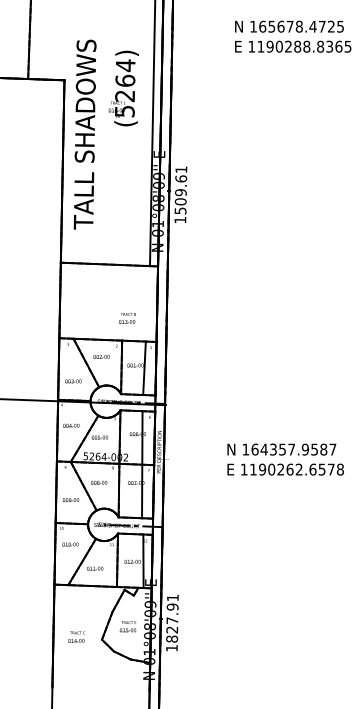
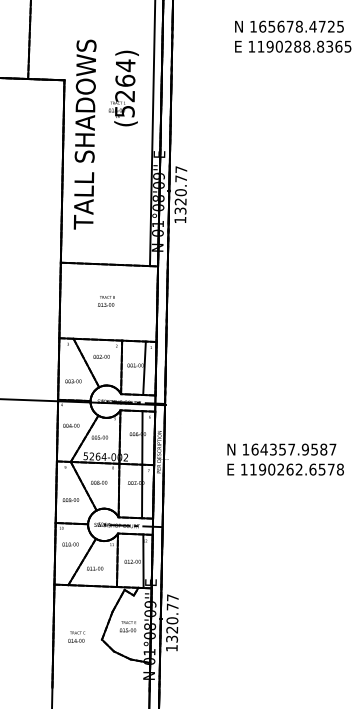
text at (180, 189): 1509.61 -> 1320.77
text at (127, 318) position: (127, 318) -> (106, 301)
text at (172, 618): 1827.91 -> 1320.77
